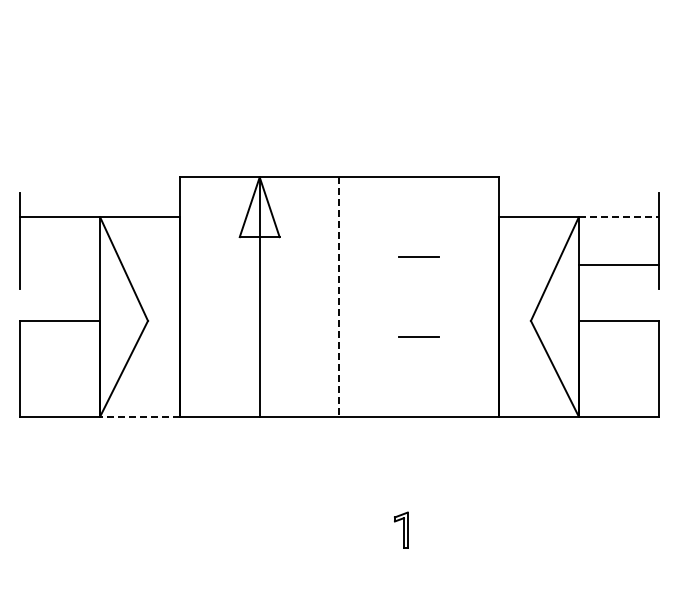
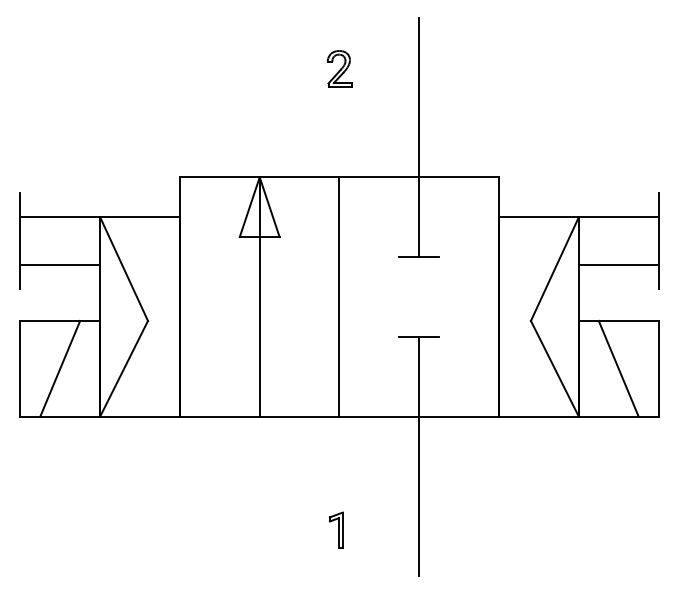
part at (339, 68): none -> present
line at (419, 137): none -> present
line at (618, 217): dashed -> solid
line at (60, 265): none -> present
line at (339, 296): dashed -> solid
line at (60, 368): none -> present
line at (618, 368): none -> present
line at (140, 416): dashed -> solid
line at (419, 456): none -> present
part at (401, 529) position: (401, 529) -> (336, 529)
